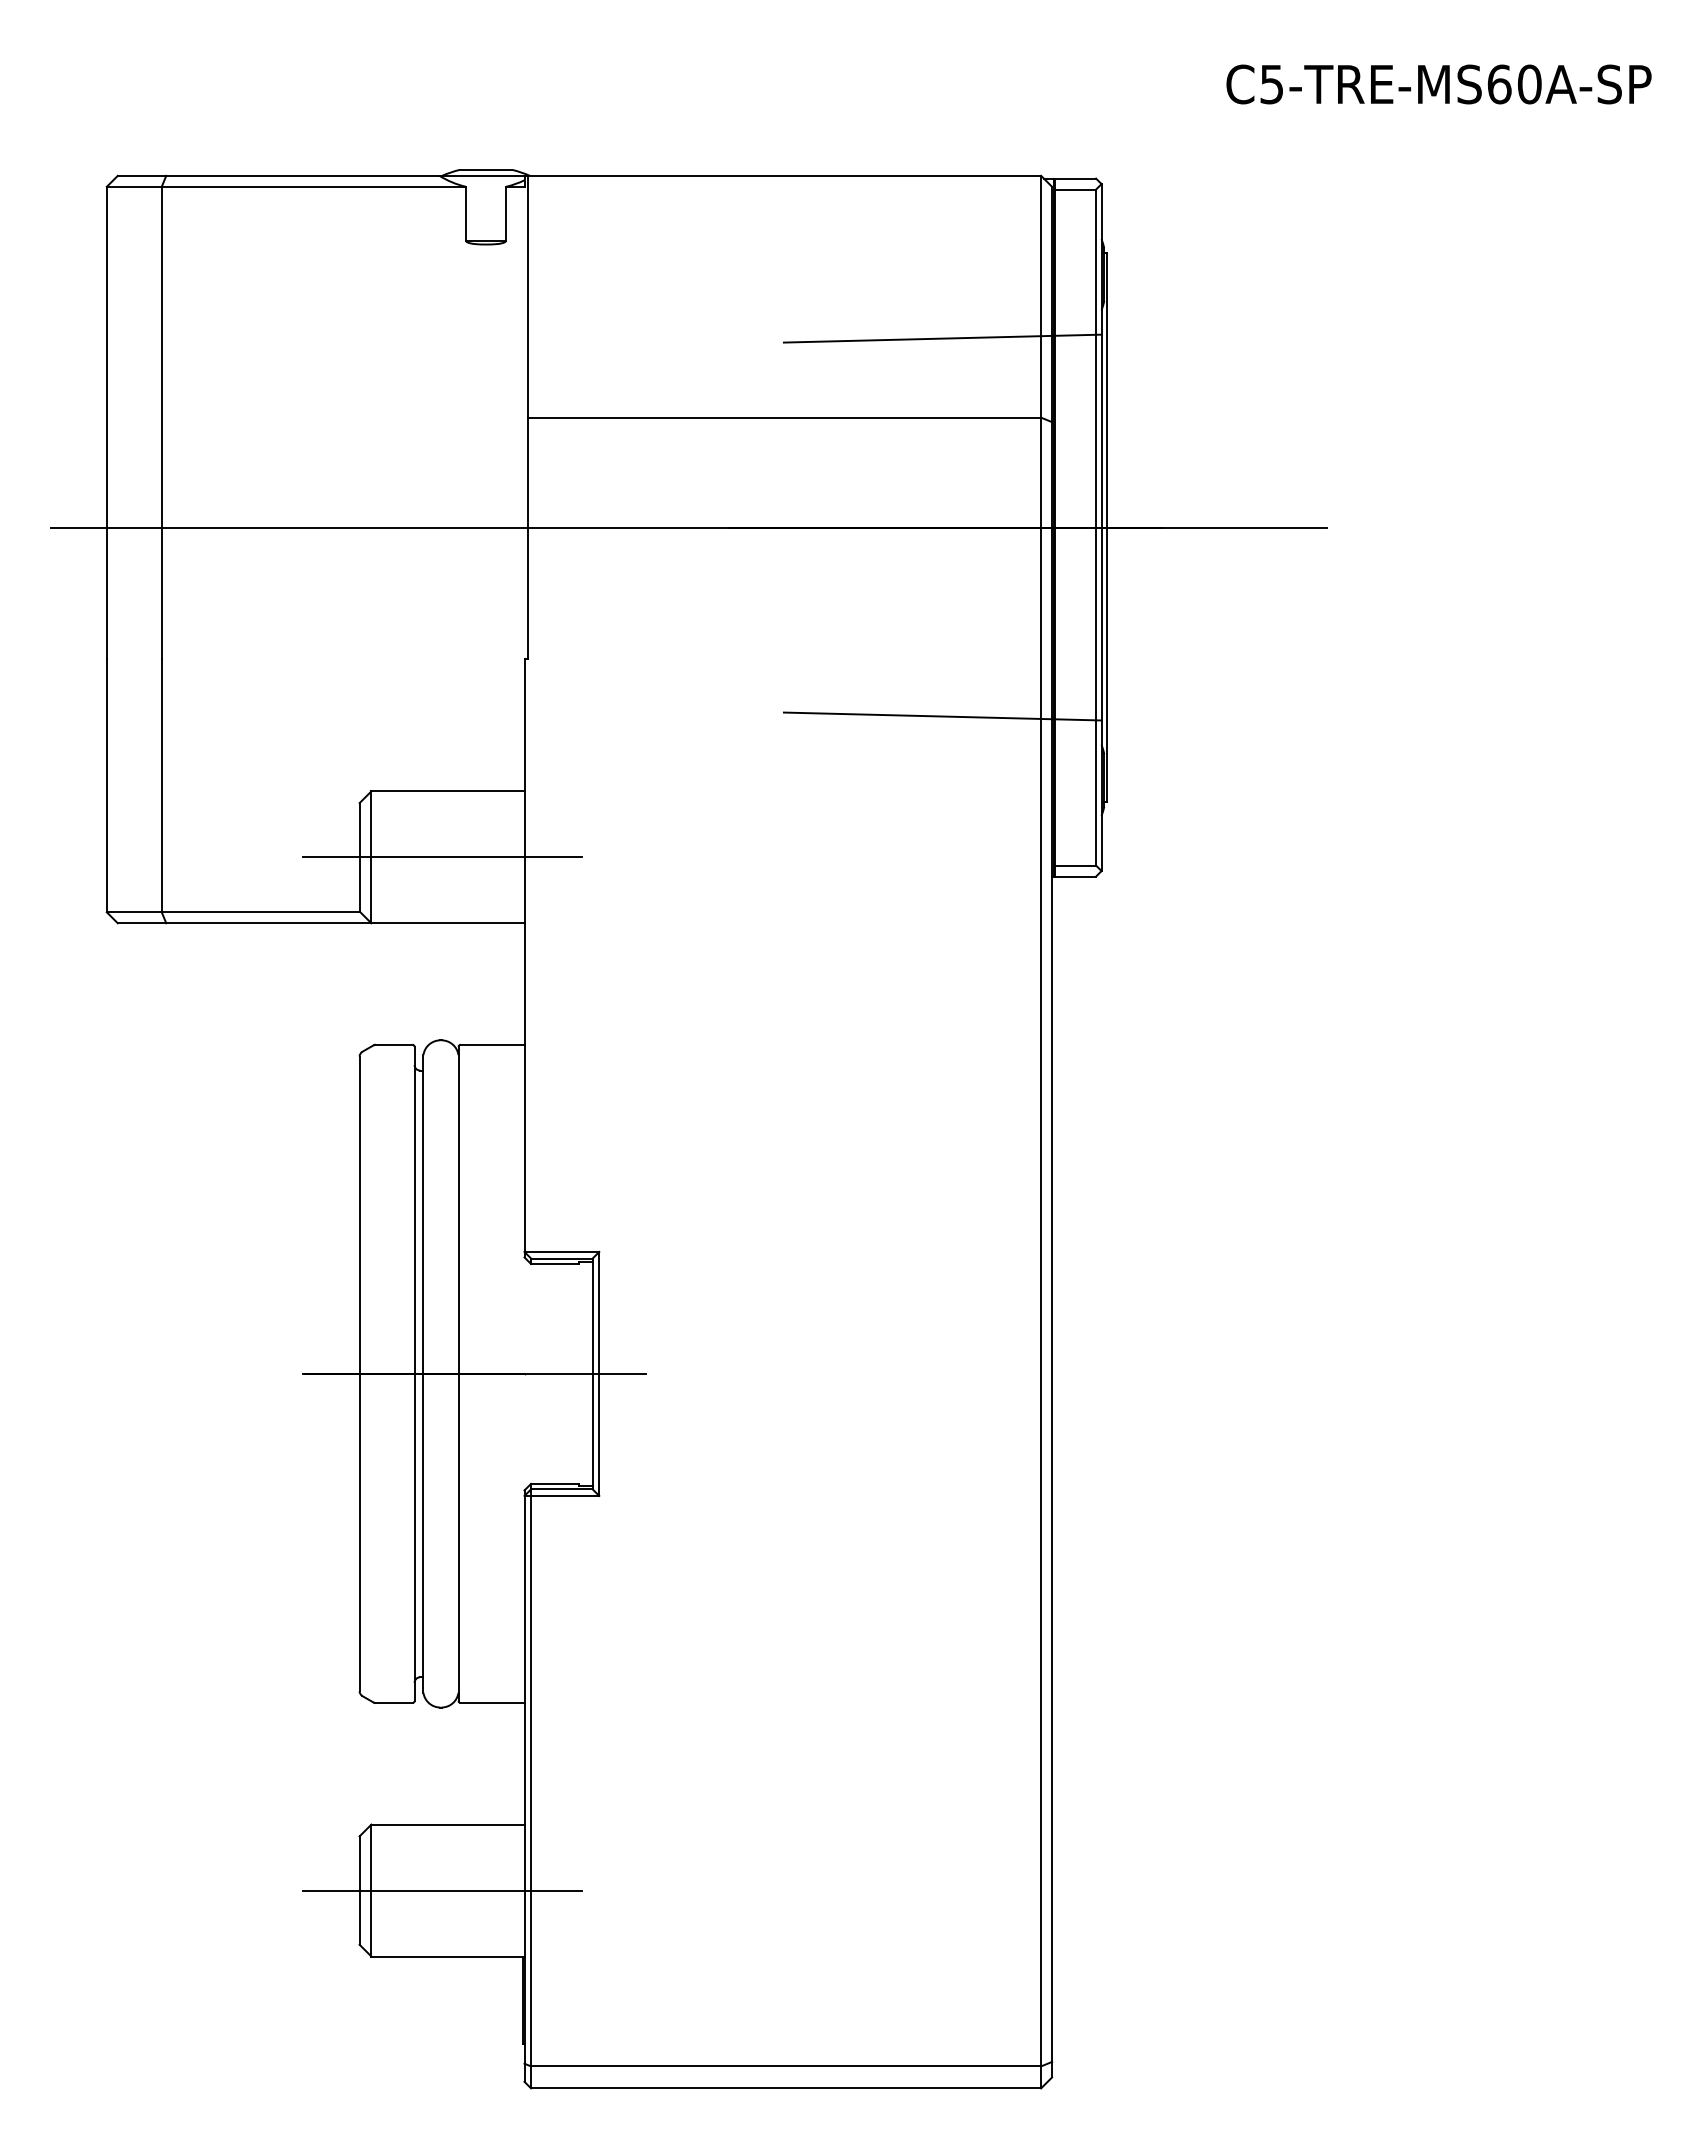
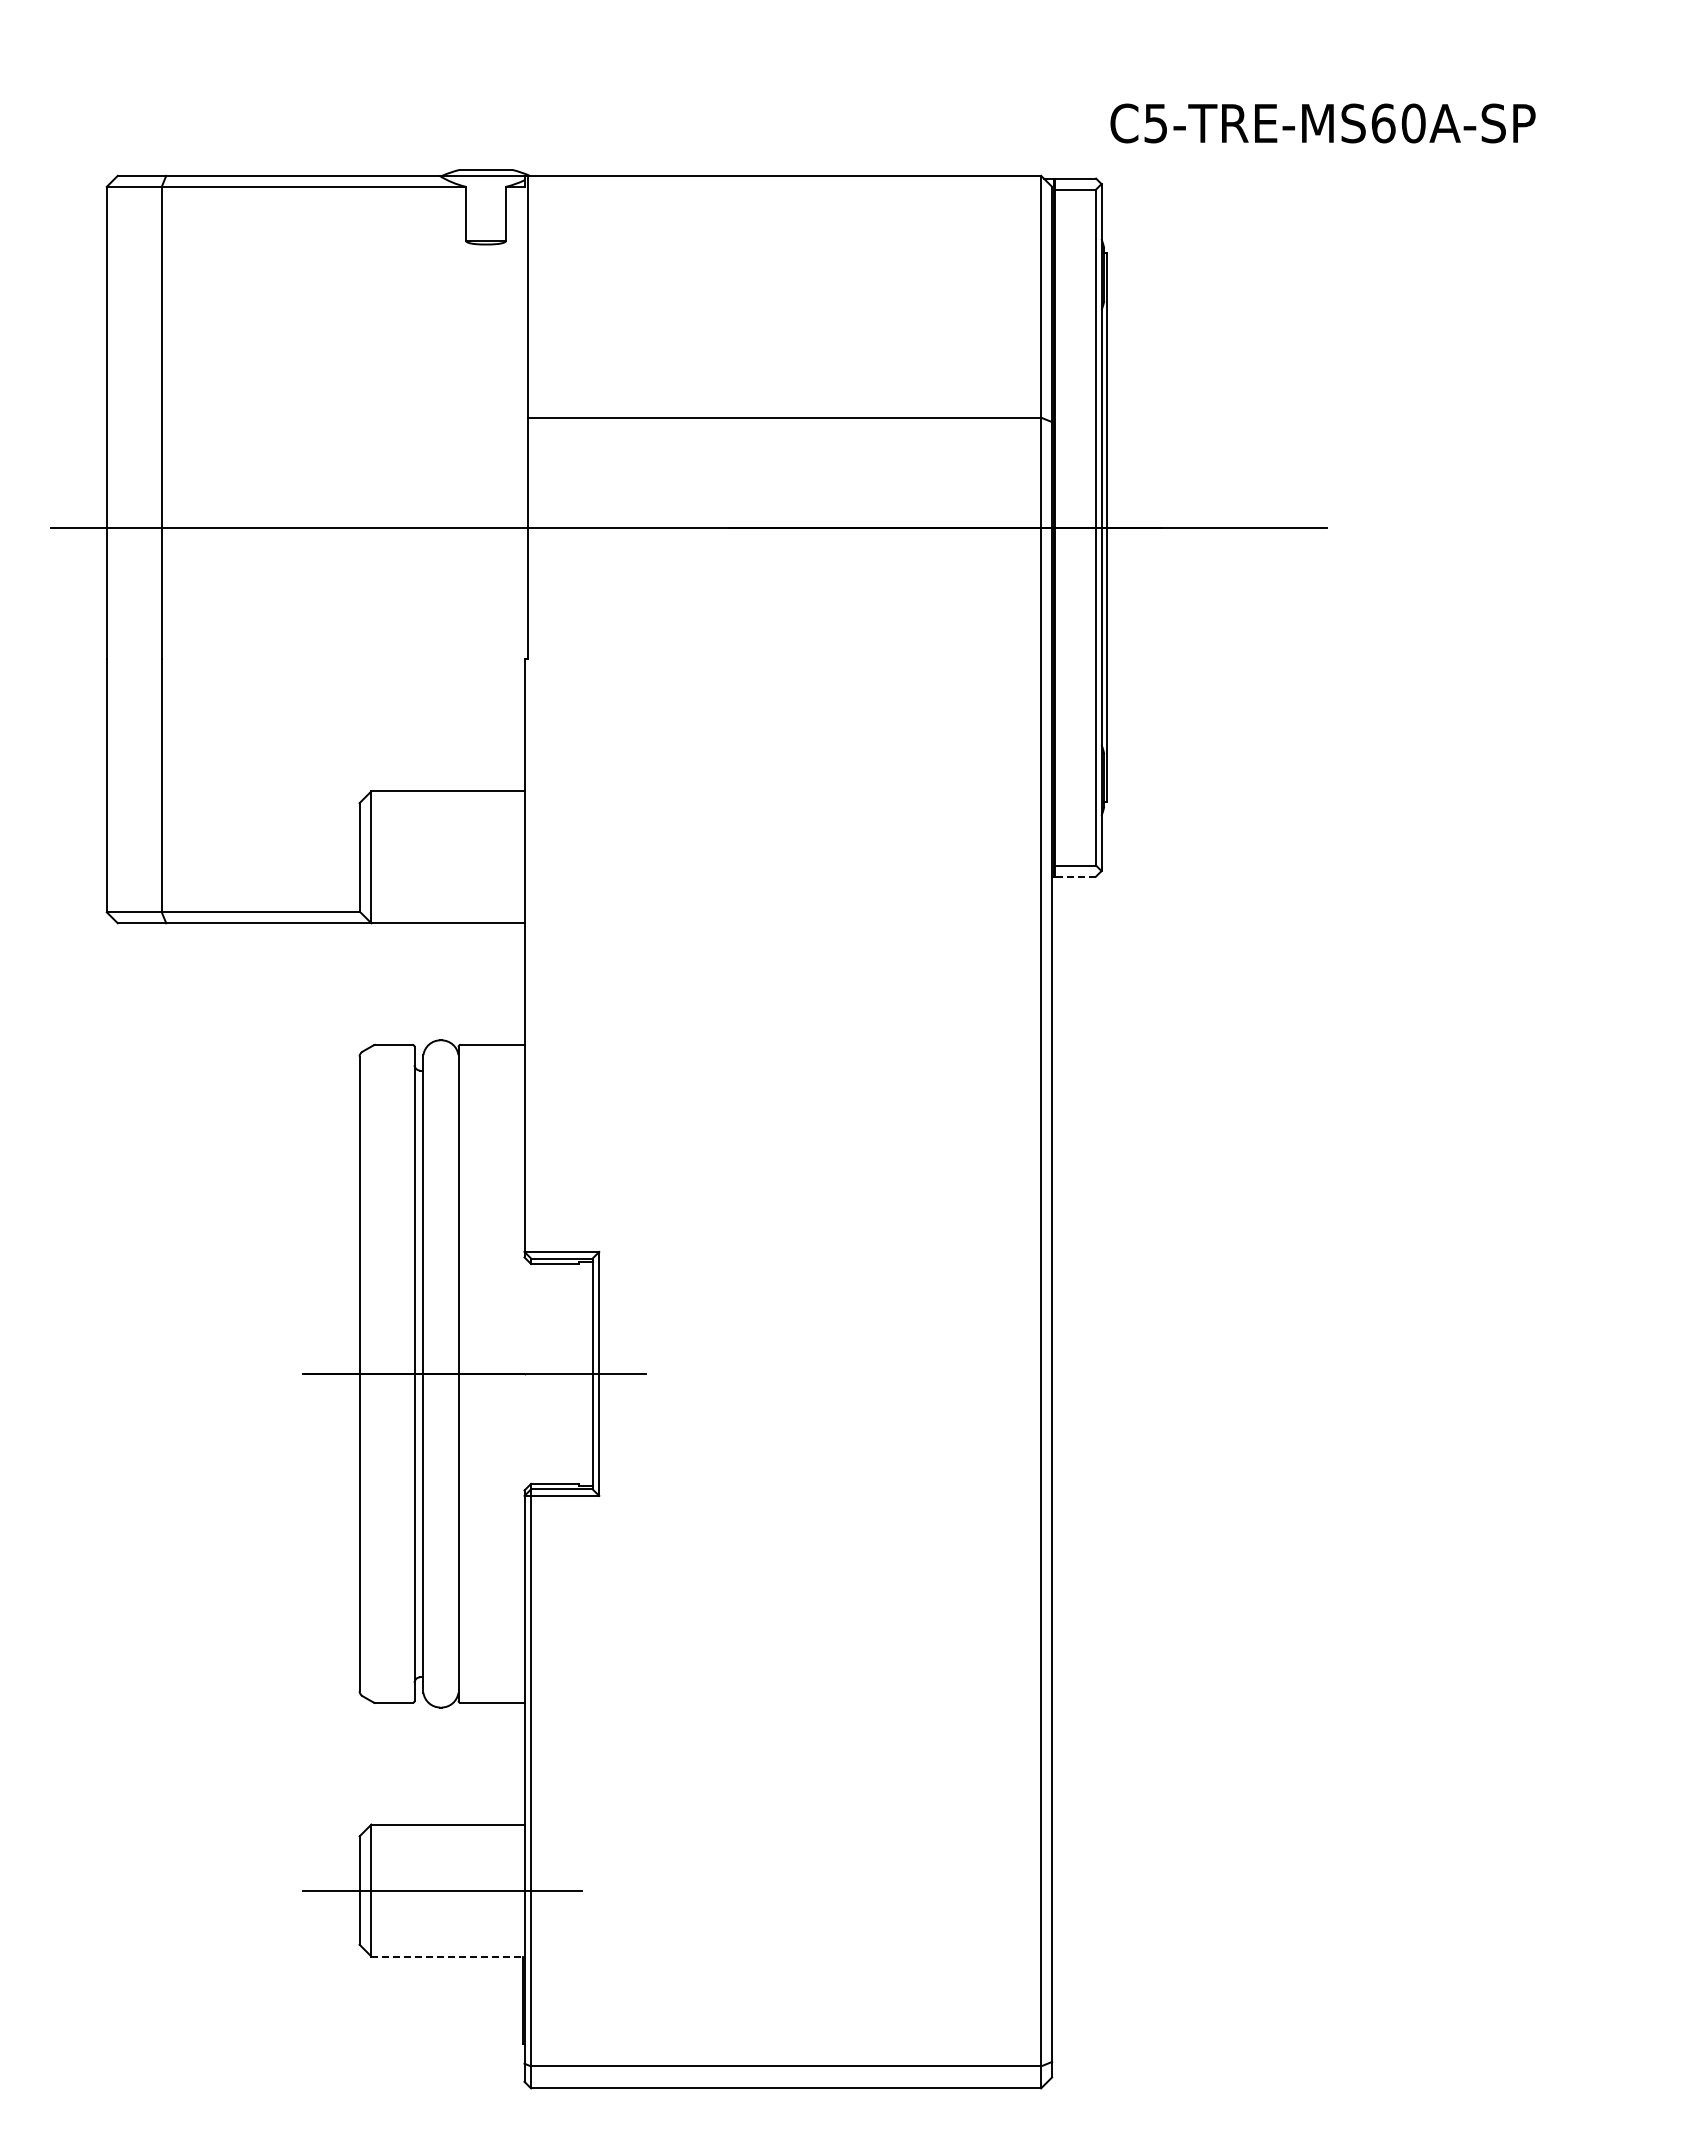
text at (1438, 84) position: (1438, 84) -> (1322, 123)
line at (942, 338): present -> none
line at (942, 716): present -> none
line at (442, 857): present -> none
line at (1075, 876): solid -> dashed
line at (447, 1956): solid -> dashed
